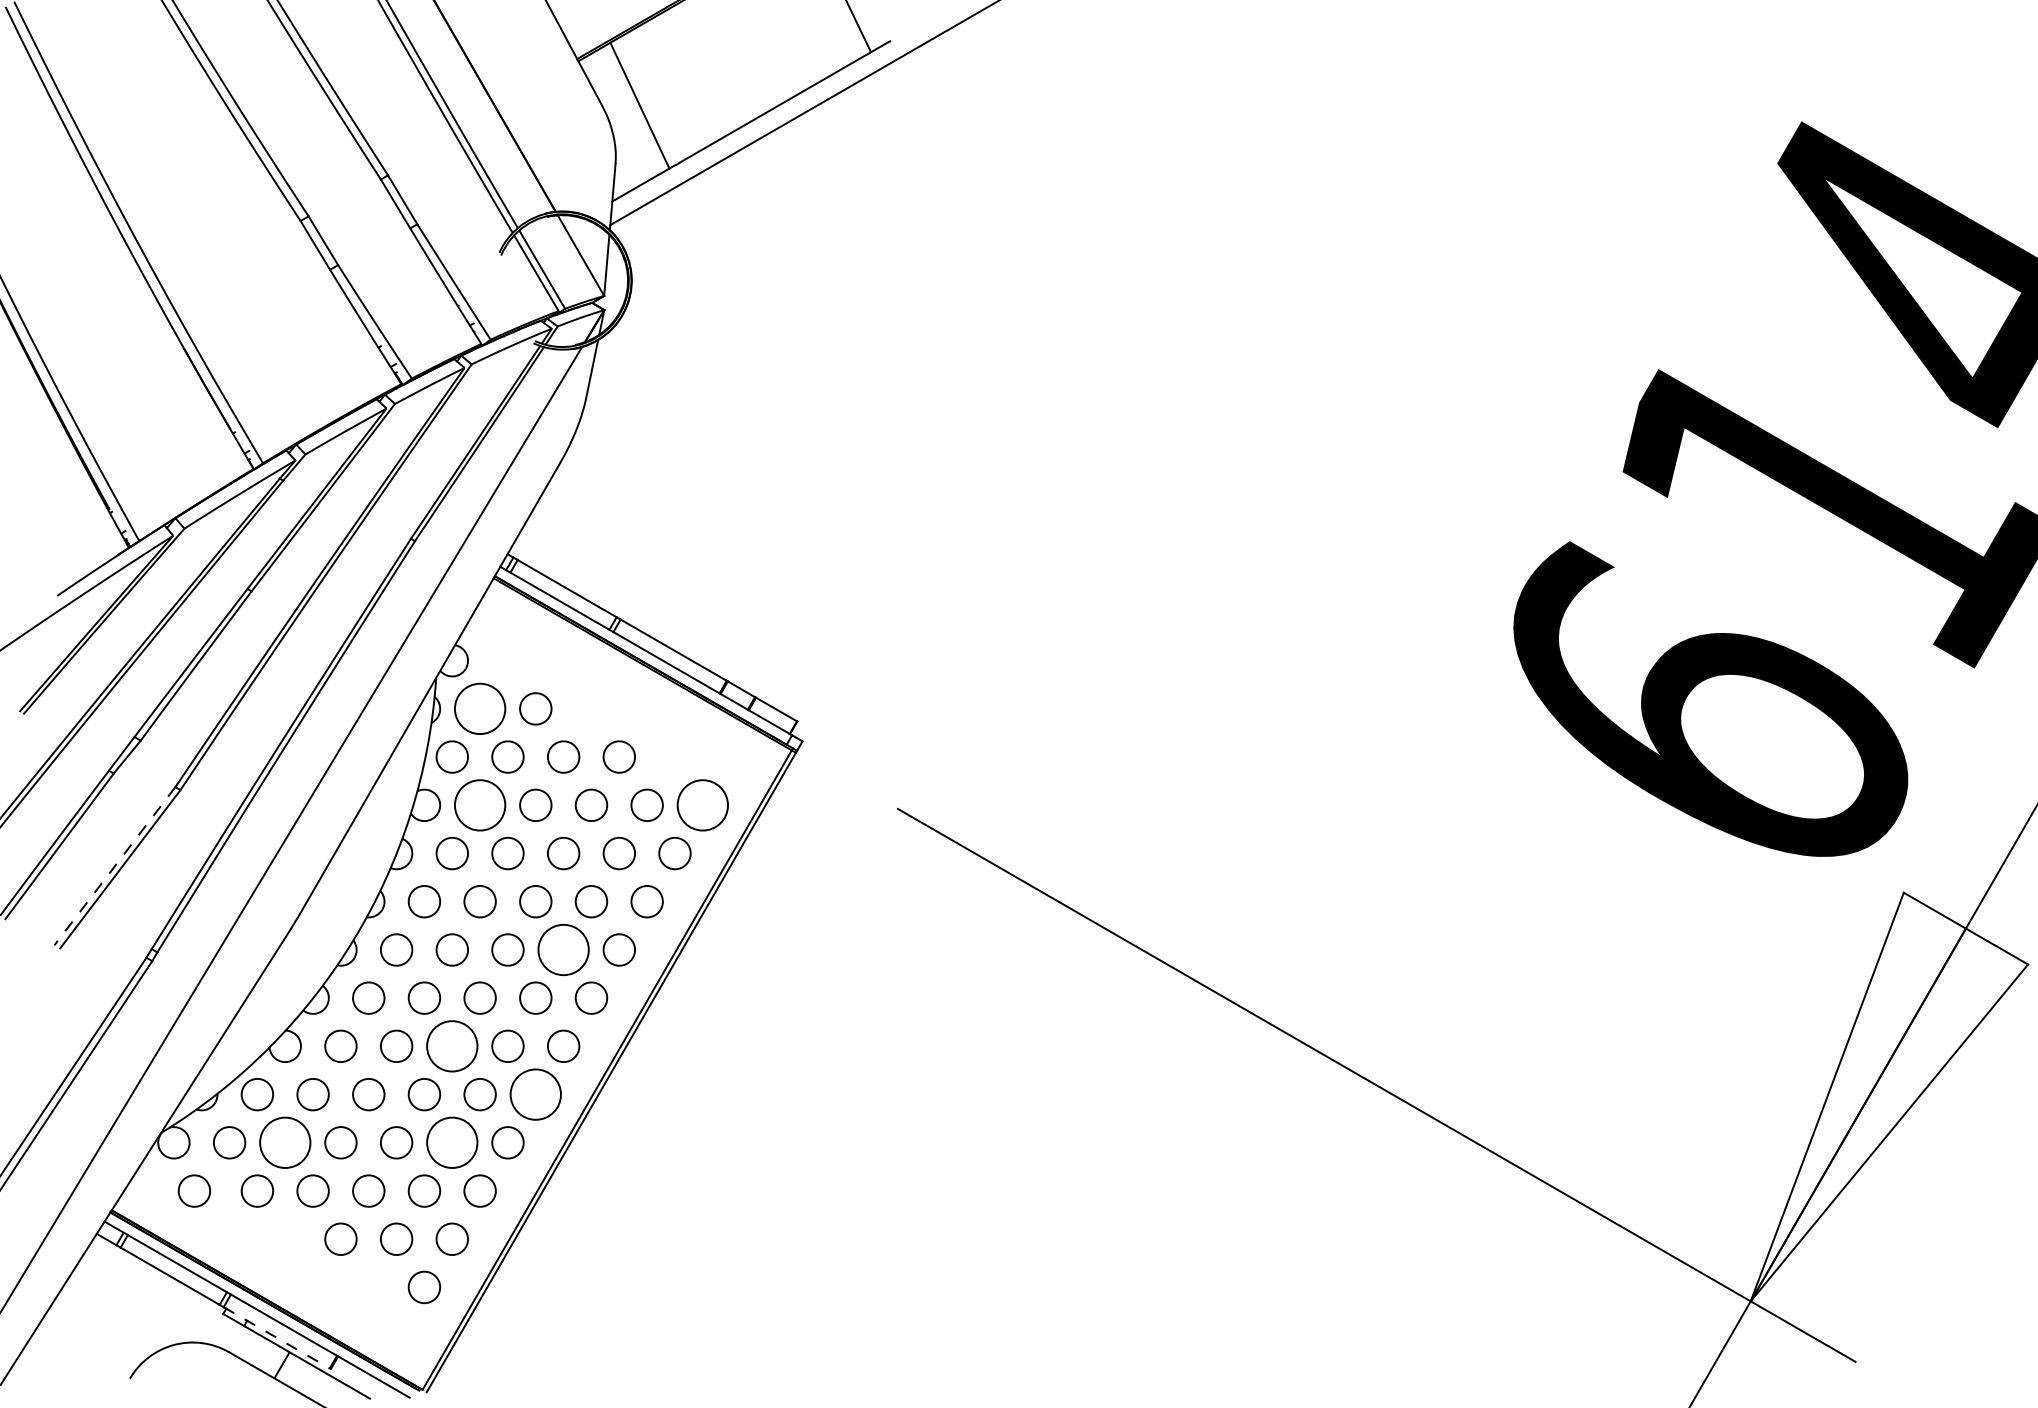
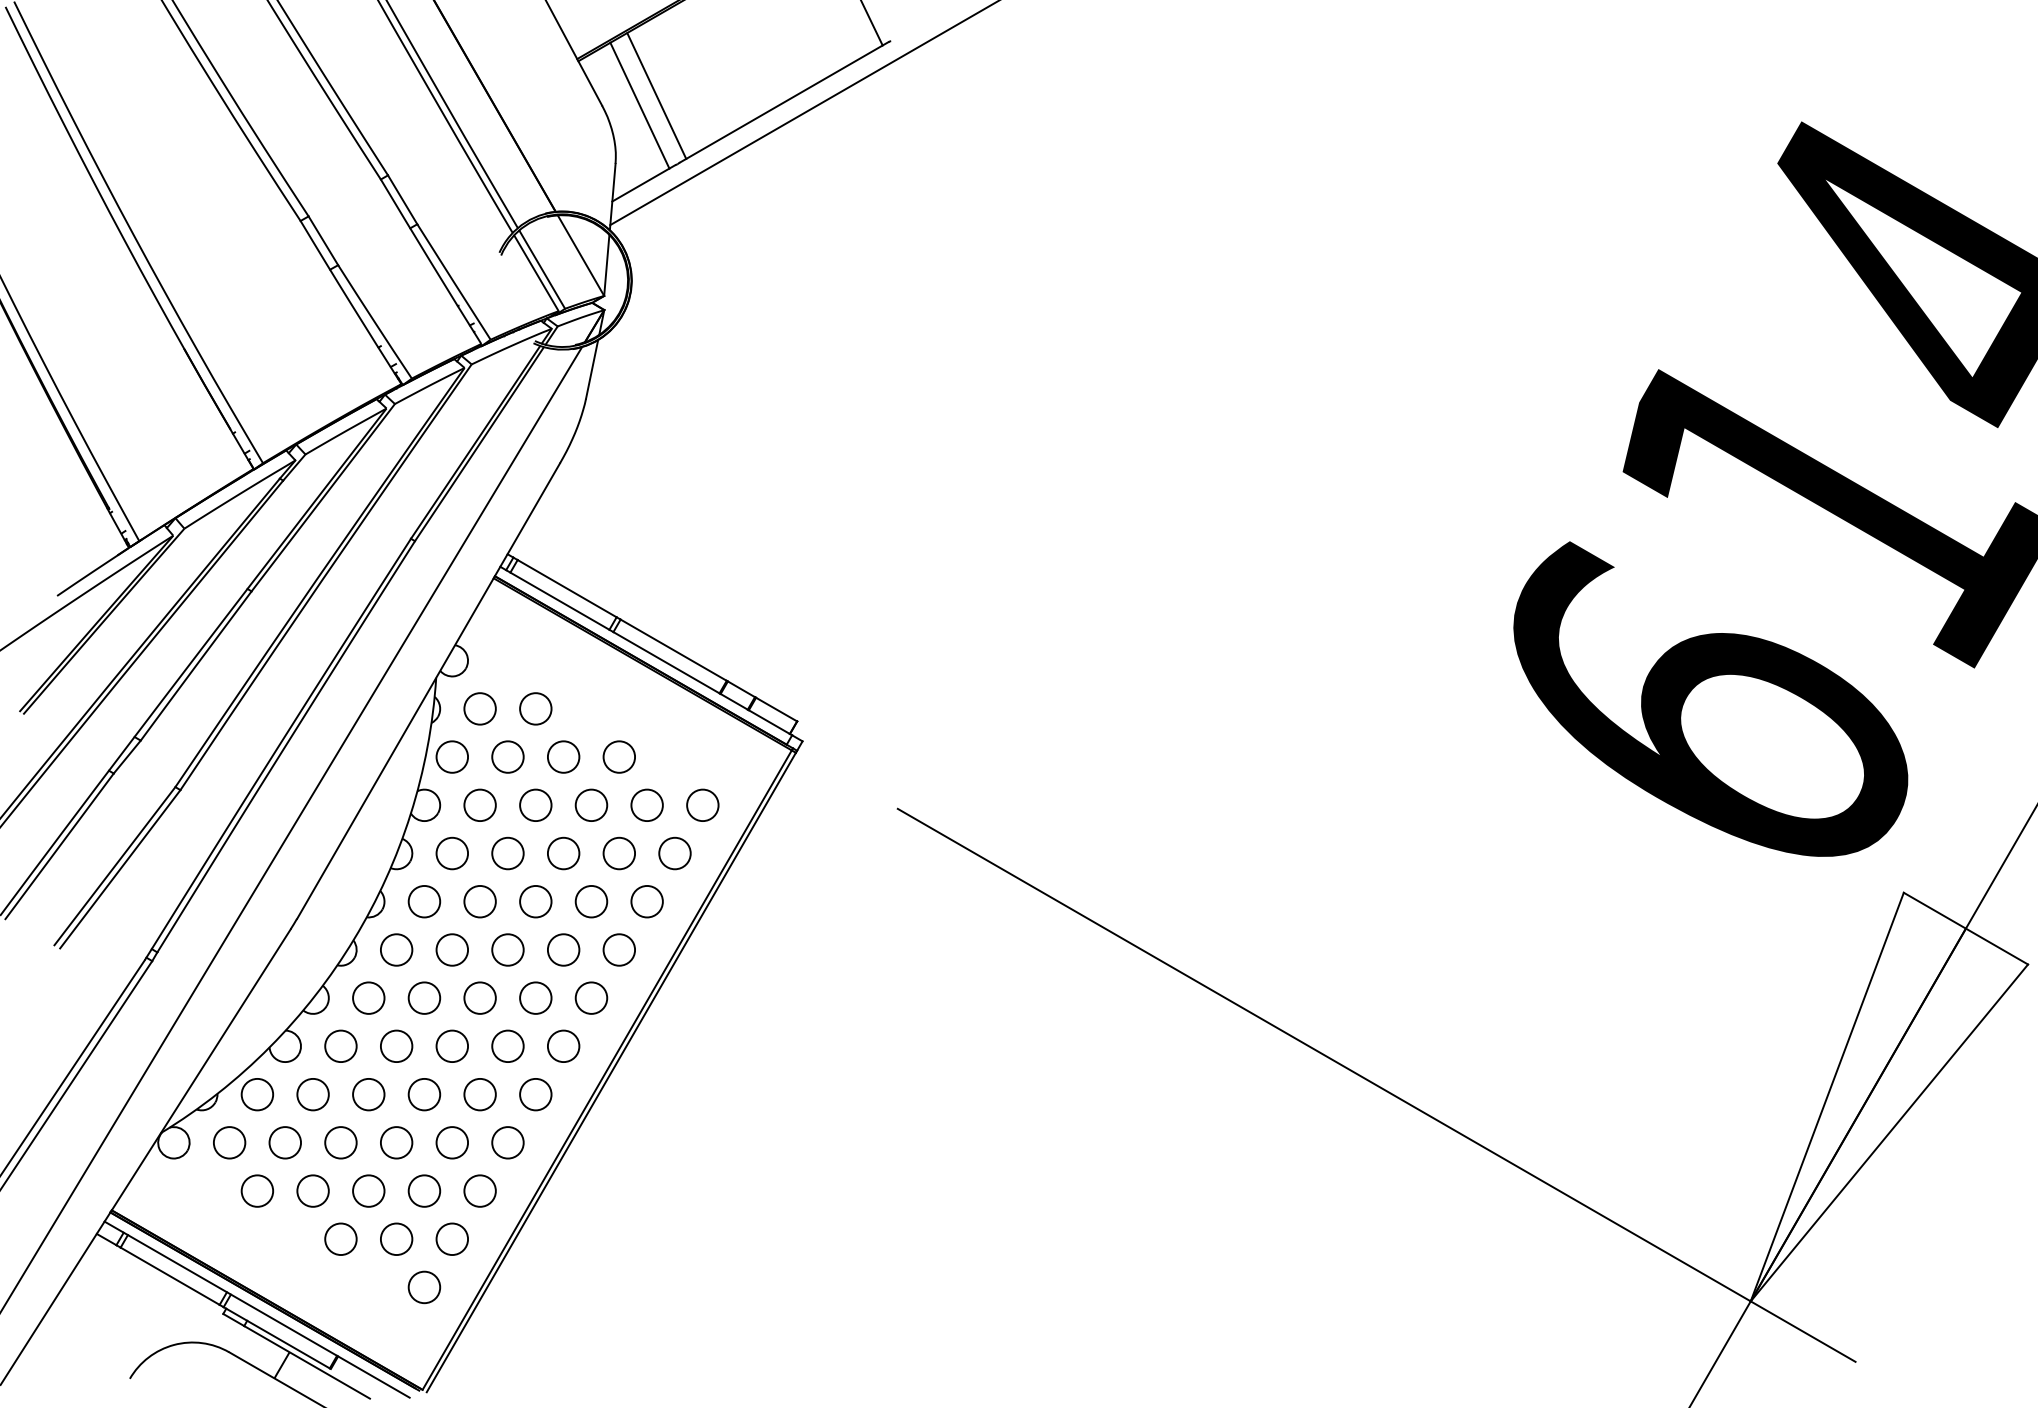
line at (858, 26) position: (858, 26) -> (871, 23)
line at (656, 95): none -> present
circle at (479, 708) diameter: 50 px -> 31 px
circle at (479, 805) diameter: 50 px -> 31 px
circle at (702, 805) diameter: 50 px -> 31 px
line at (114, 866): dashed -> solid
circle at (563, 949) diameter: 50 px -> 31 px
circle at (452, 1046) diameter: 50 px -> 31 px
circle at (535, 1094) diameter: 50 px -> 31 px
circle at (285, 1142) diameter: 50 px -> 31 px
circle at (452, 1142) diameter: 50 px -> 31 px
circle at (193, 1190): present -> none
line at (277, 1338): dashed -> solid
